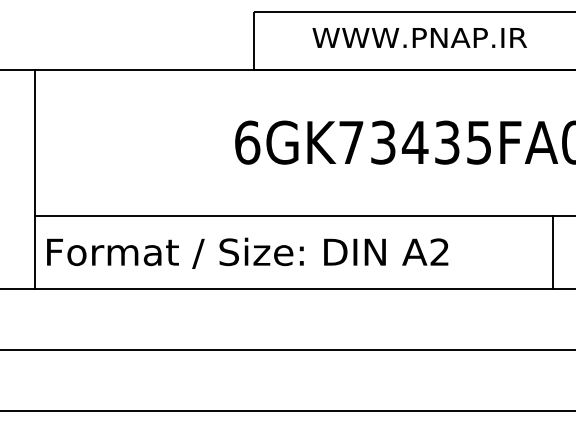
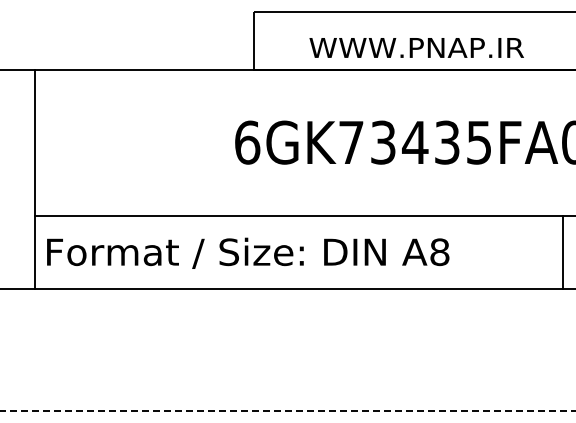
text at (419, 37) position: (419, 37) -> (416, 47)
line at (552, 251) position: (552, 251) -> (562, 251)
text at (439, 252): A2 -> A8
line at (287, 349): present -> none
line at (288, 410): solid -> dashed
